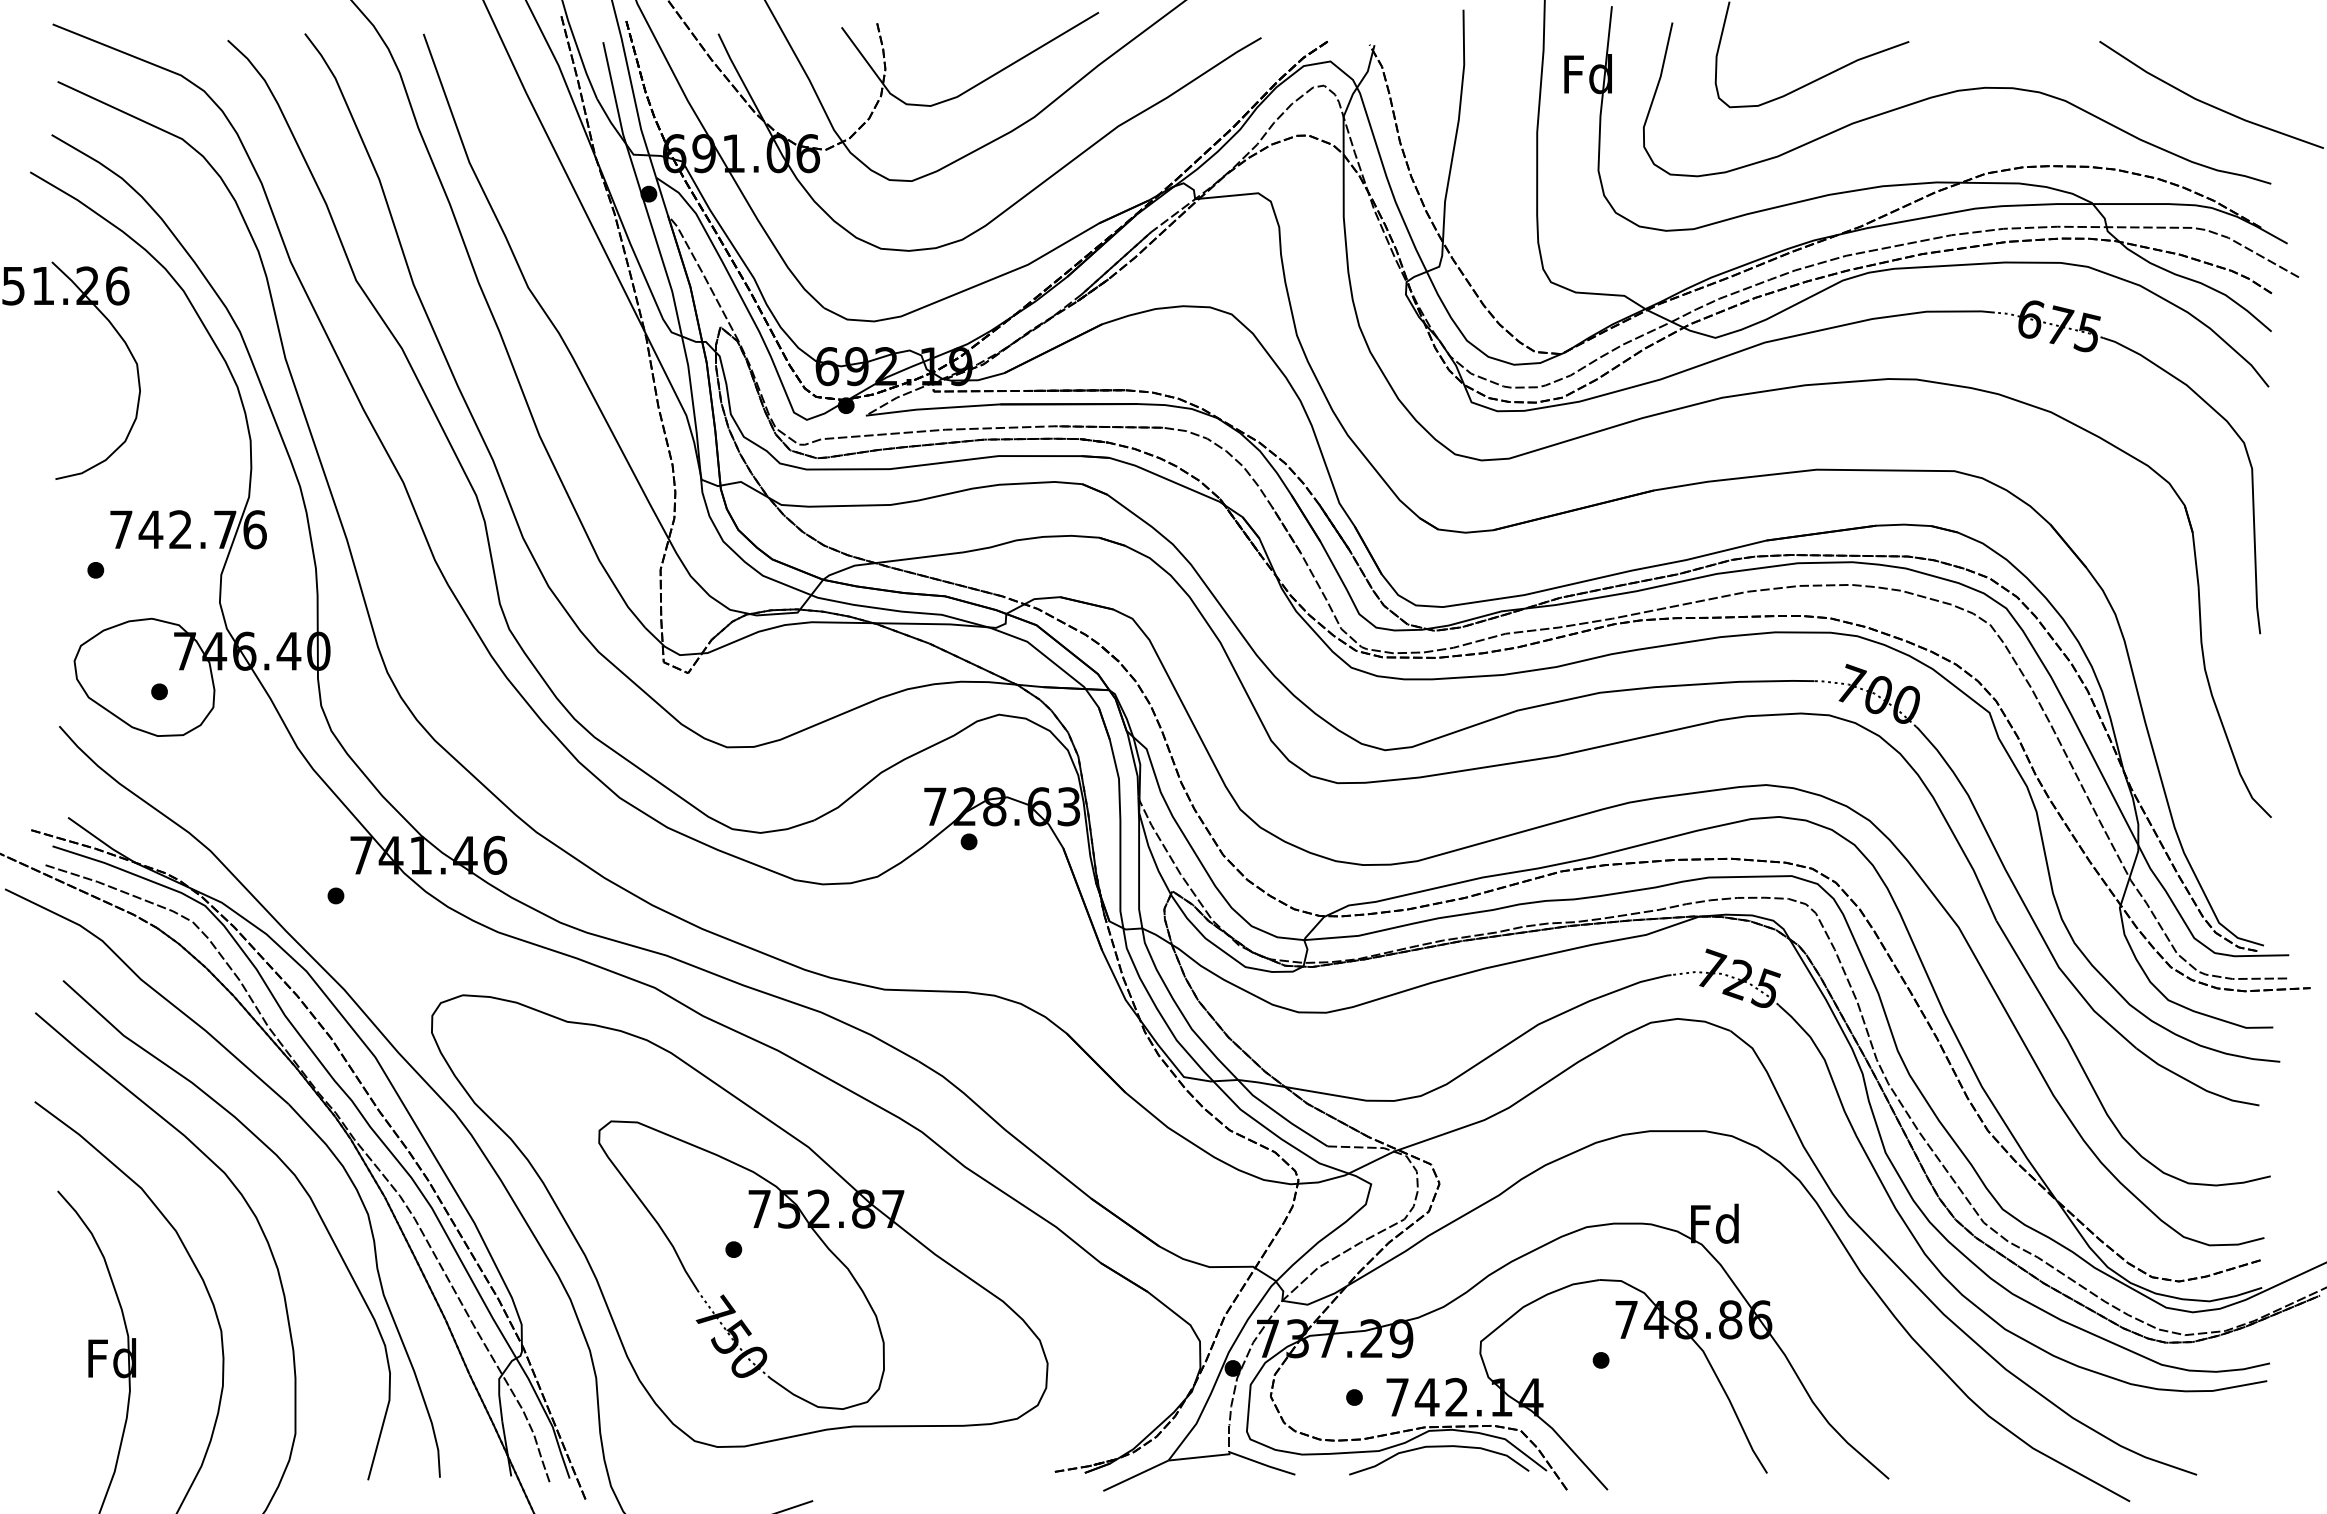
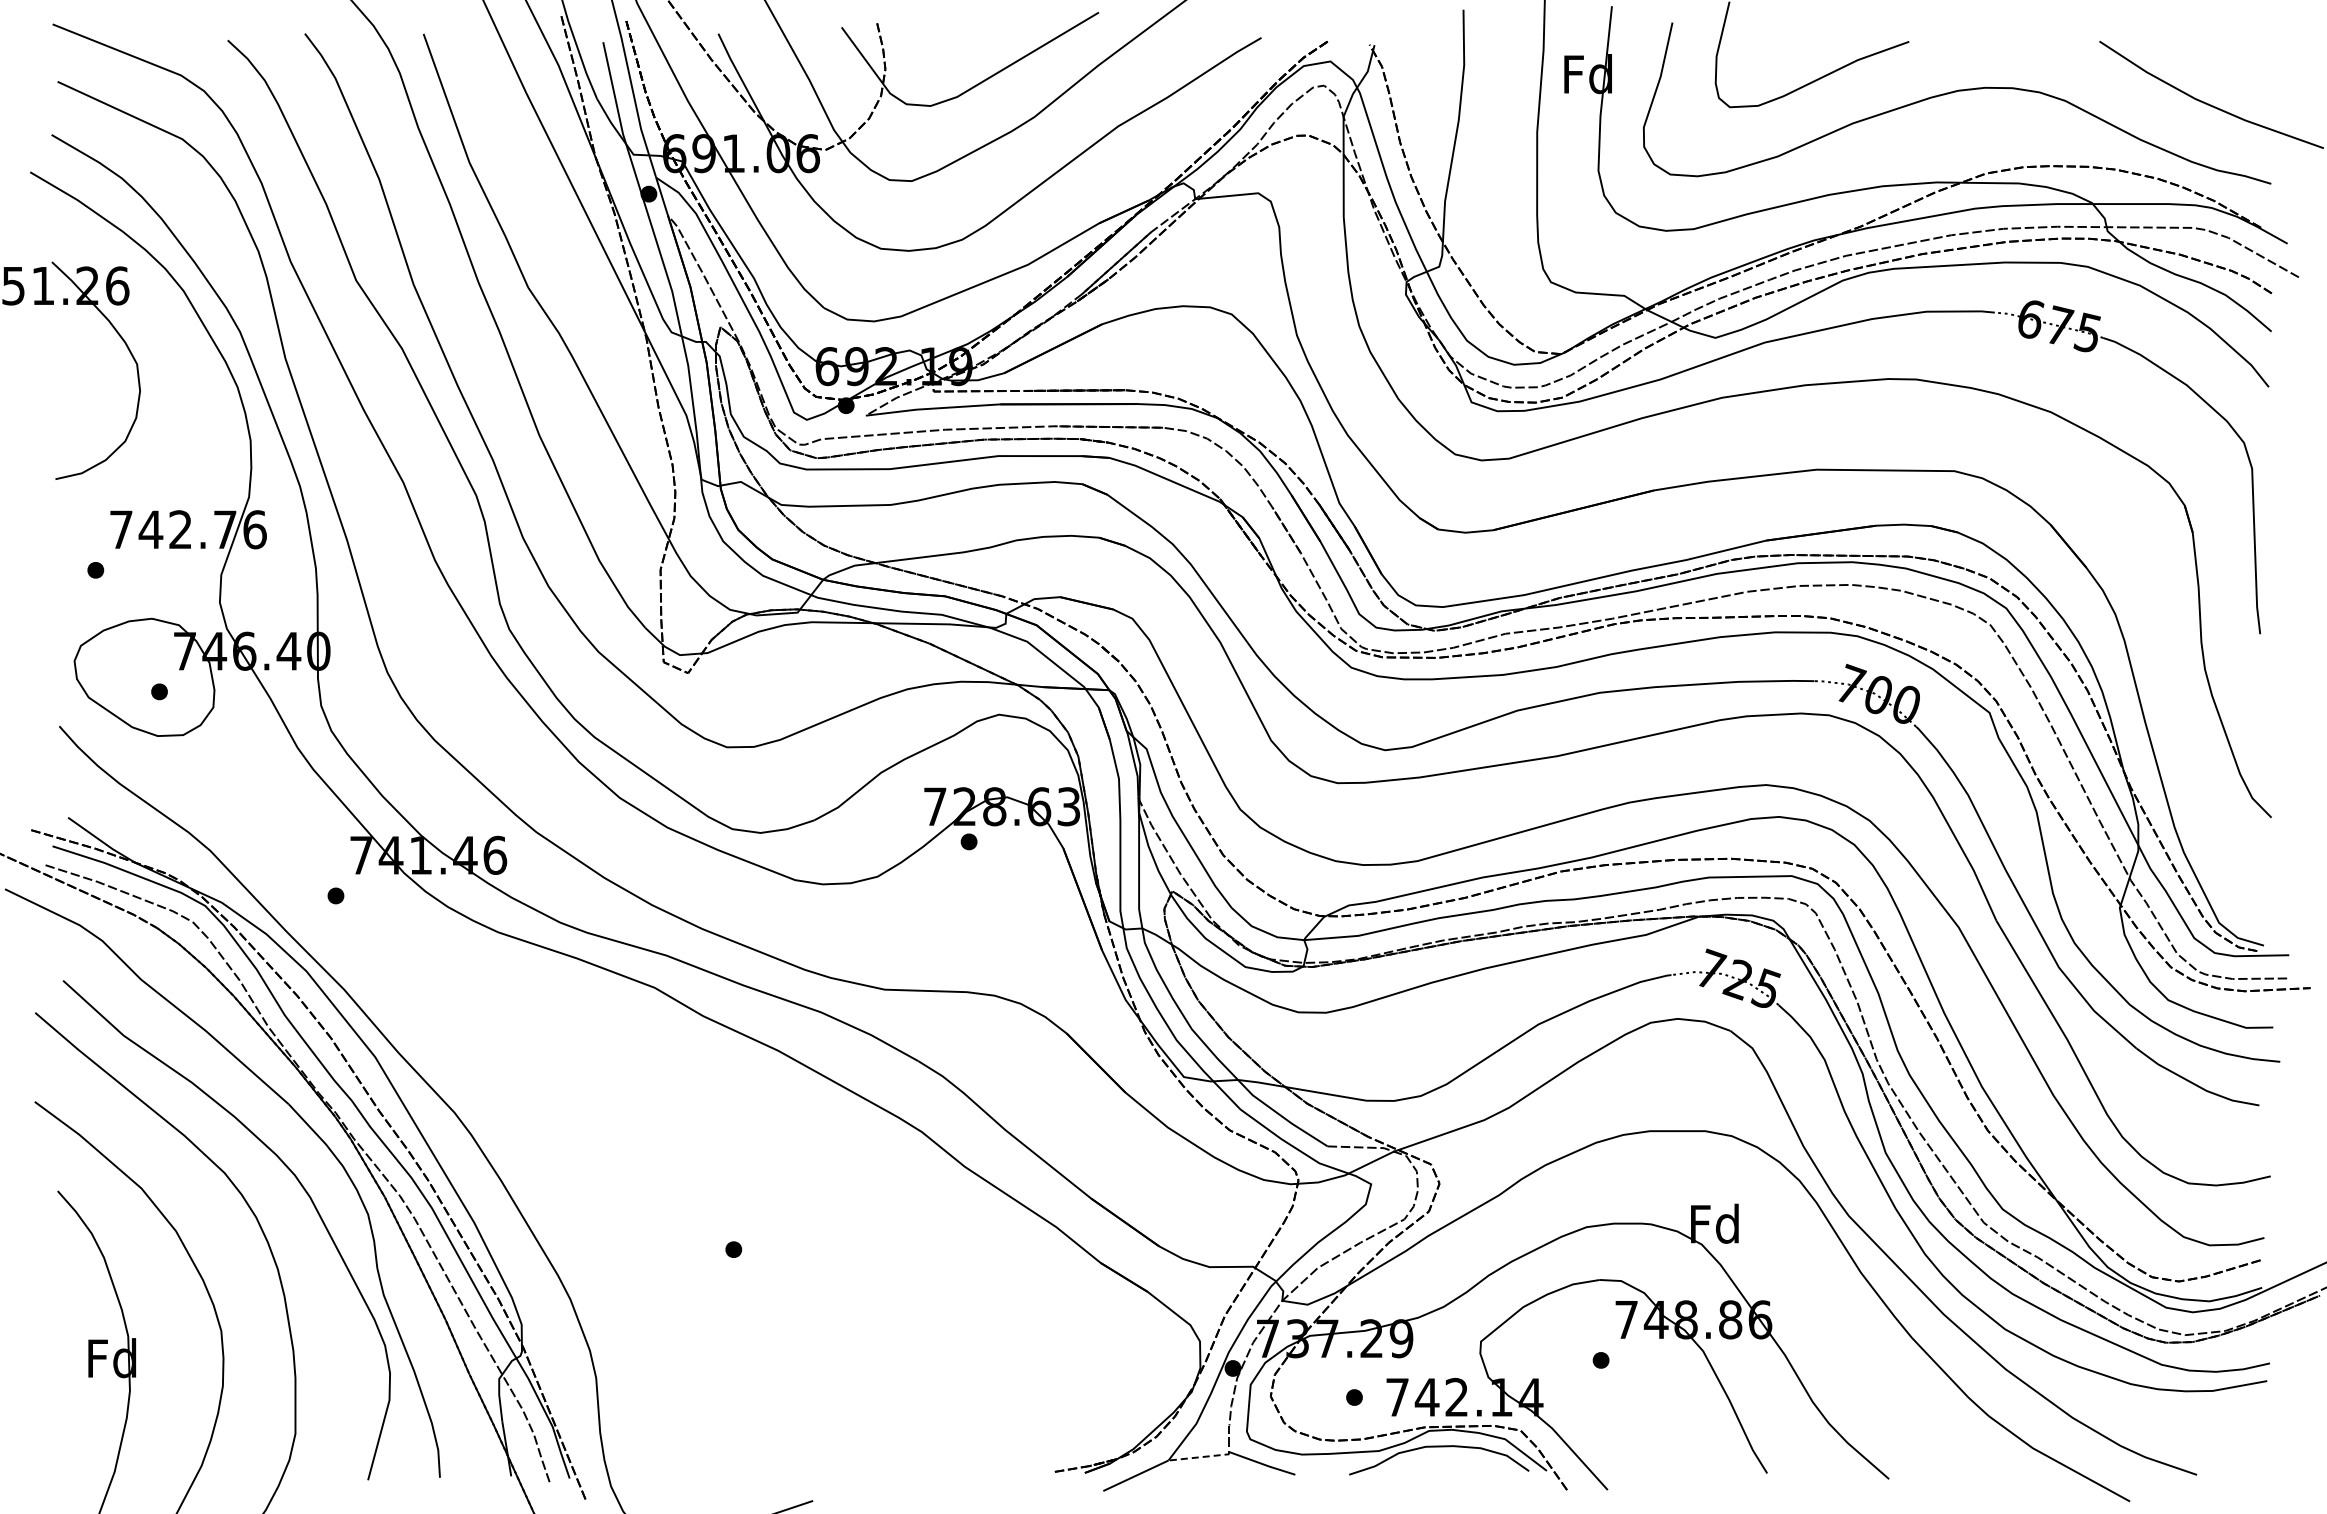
part at (739, 1220): present -> none
line at (1200, 1457): solid -> dashed
